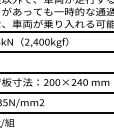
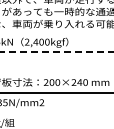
line at (56, 32): present -> none
line at (57, 52): solid -> dashed
line at (56, 72): present -> none
line at (56, 113): present -> none
